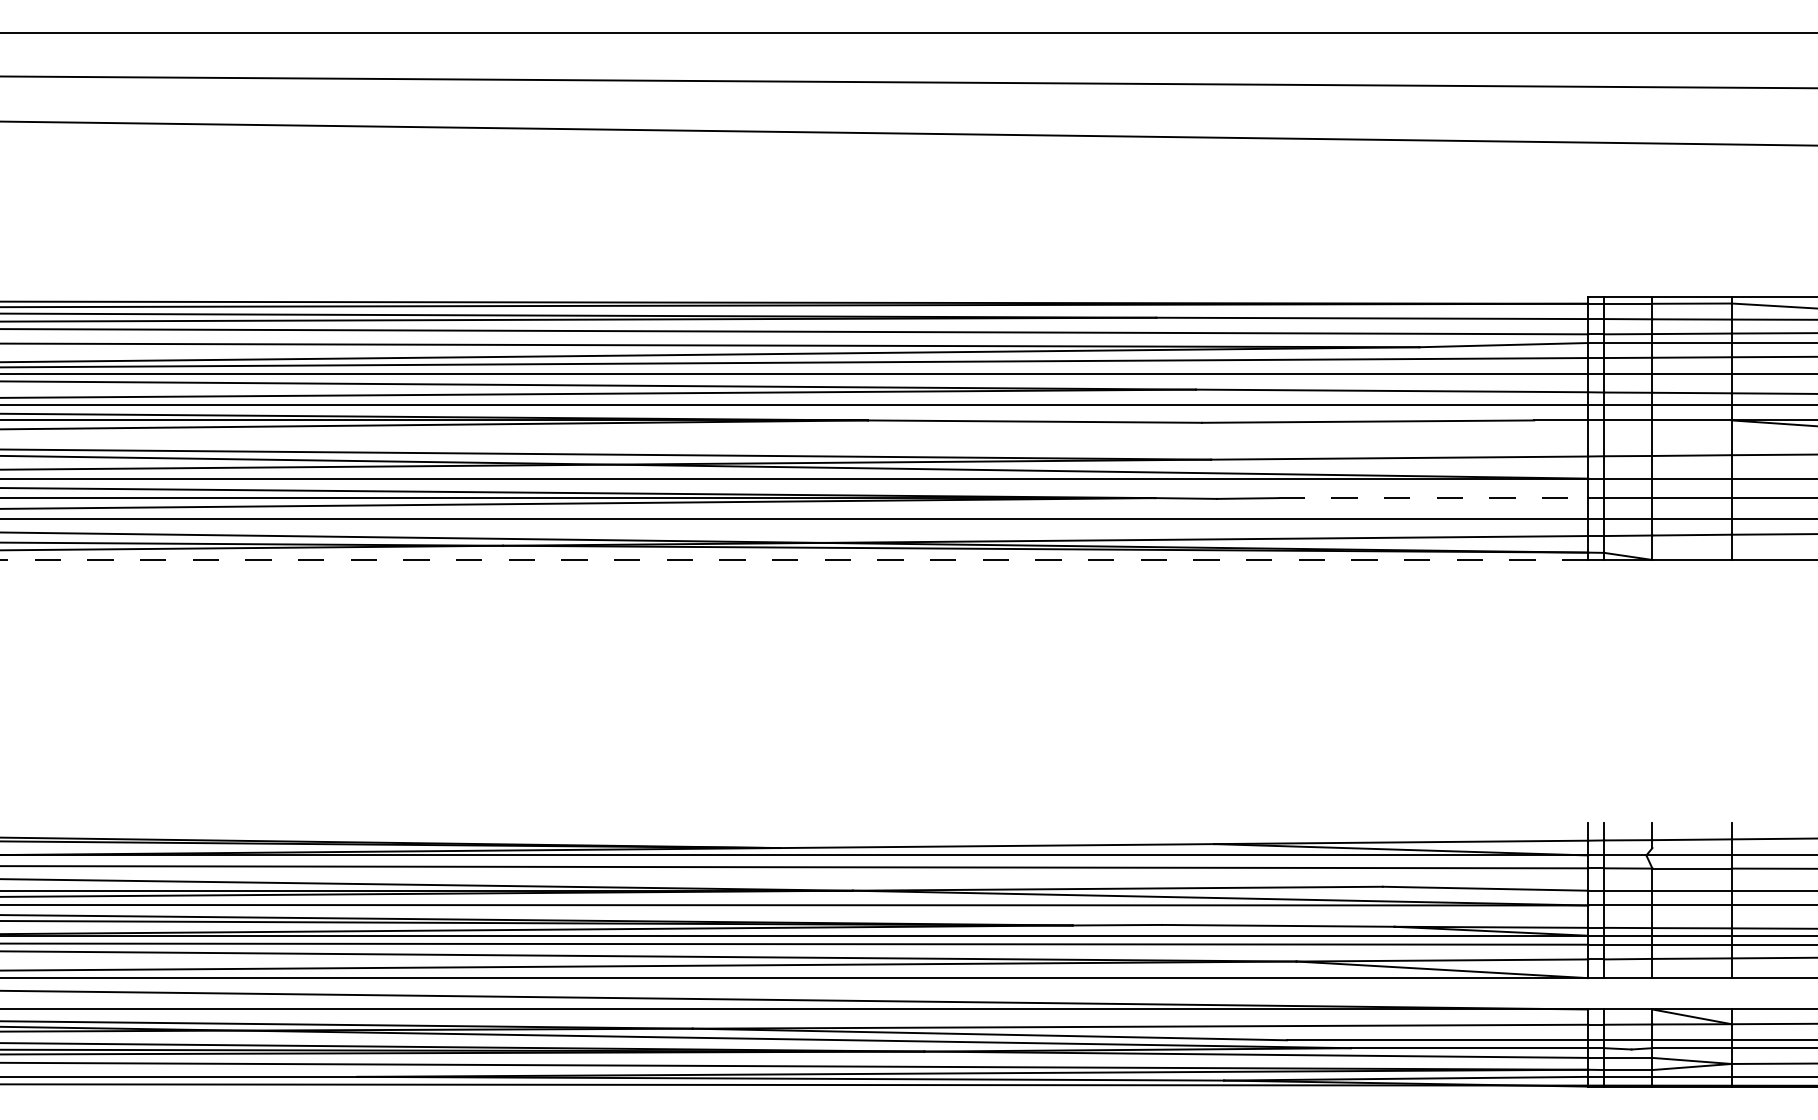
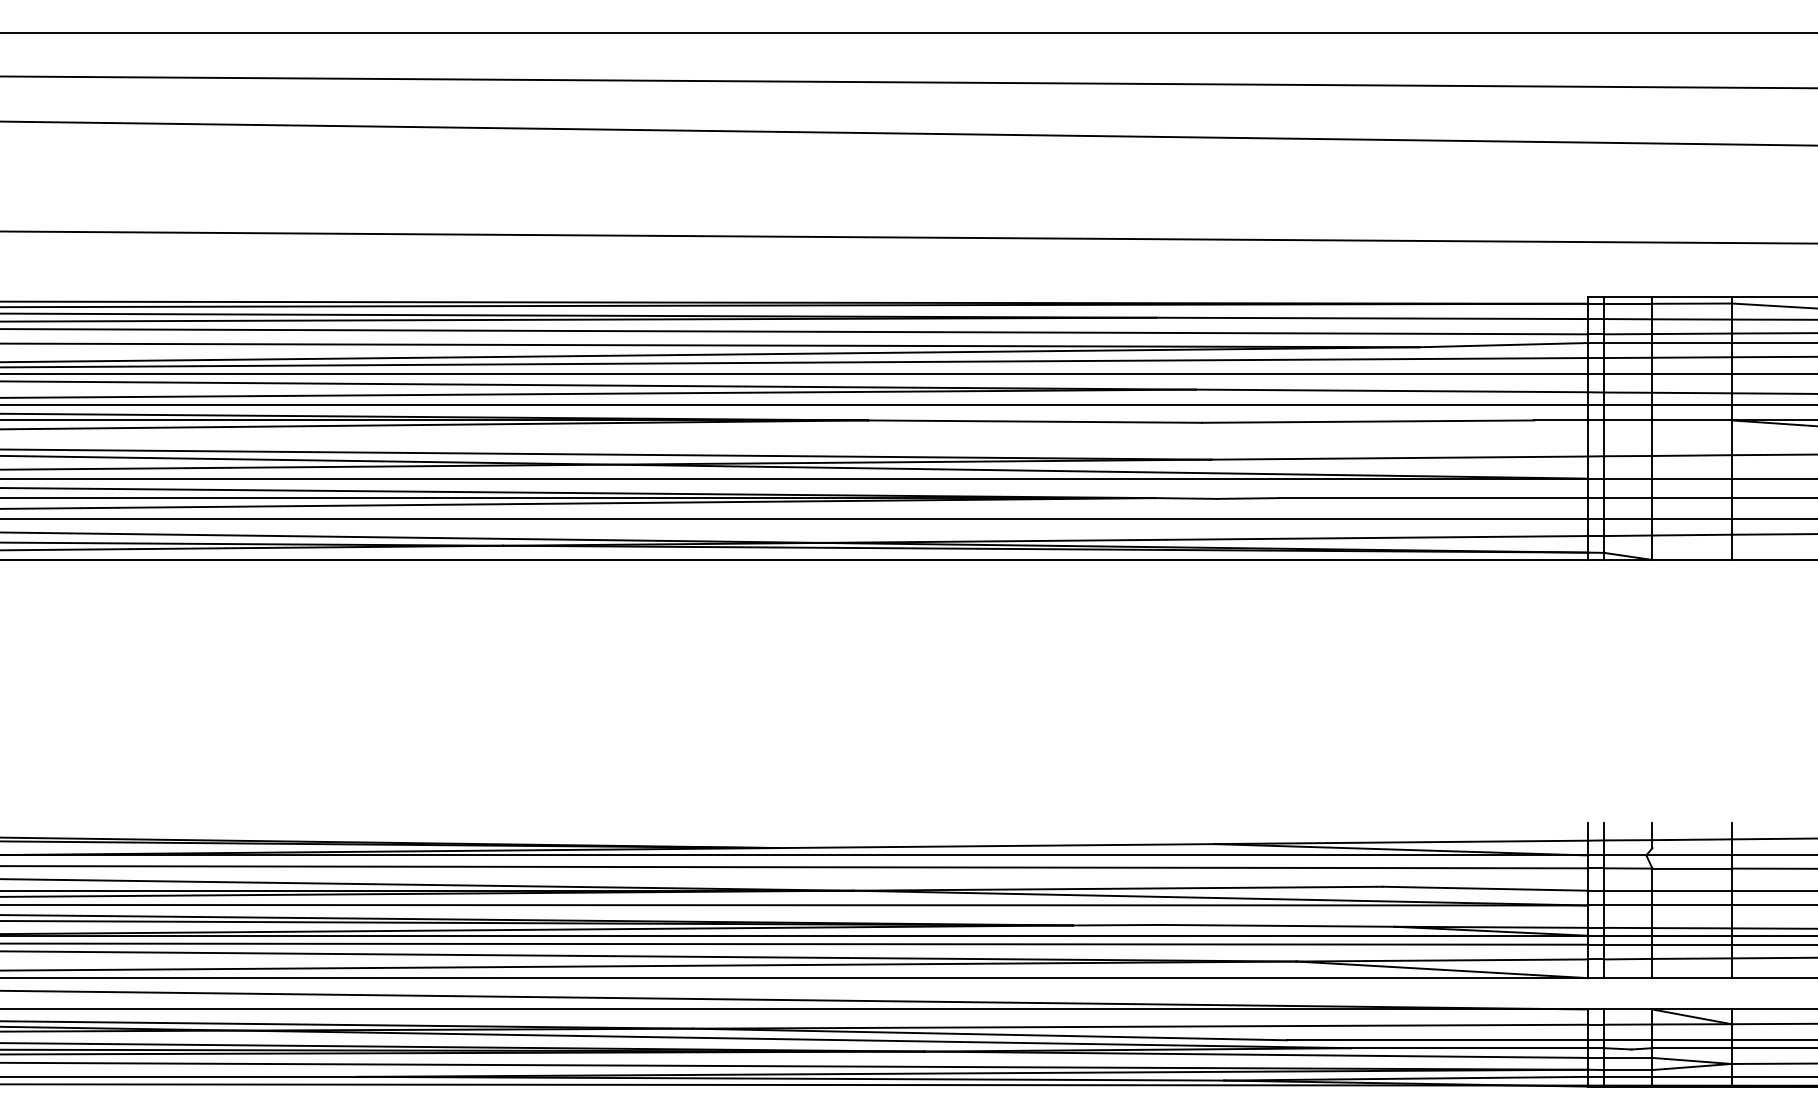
line at (908, 237): none -> present
line at (1433, 498): dashed -> solid
line at (794, 559): dashed -> solid
